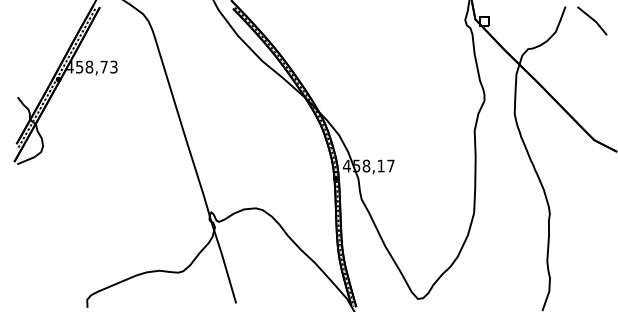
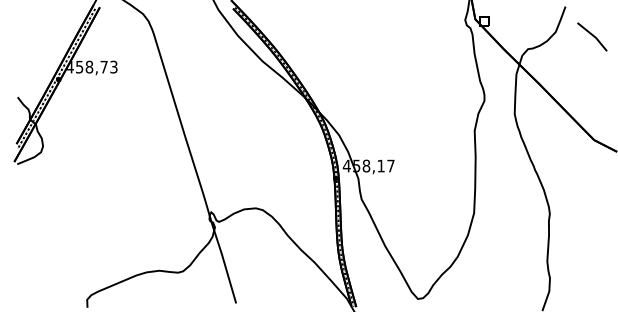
line at (592, 20) position: (592, 20) -> (592, 36)
